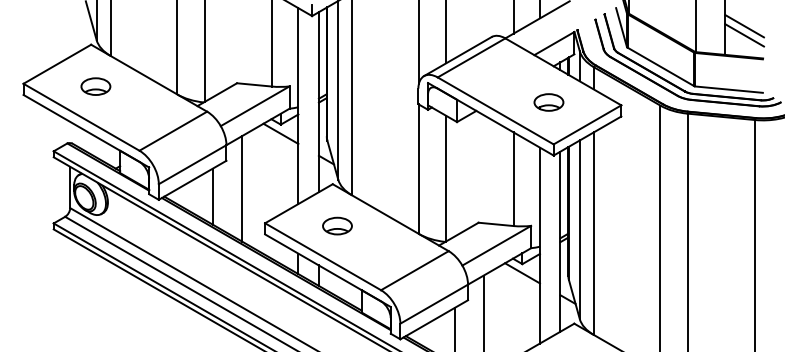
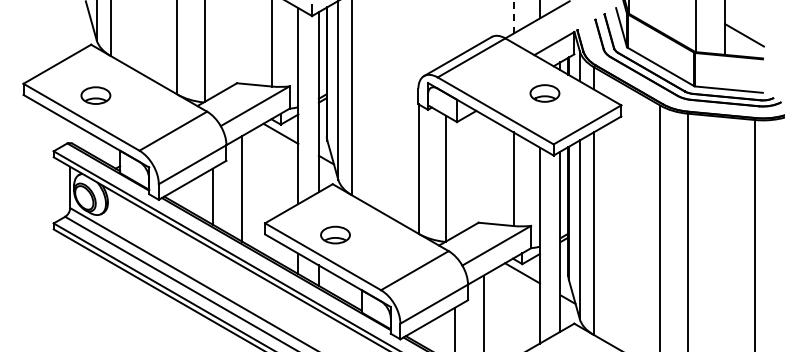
line at (513, 16): solid -> dashed
line at (744, 26): present -> none
line at (446, 32): present -> none
line at (418, 43): present -> none
part at (95, 86) position: (95, 86) -> (95, 95)
part at (548, 102) position: (548, 102) -> (544, 93)
part at (337, 225) position: (337, 225) -> (335, 234)
